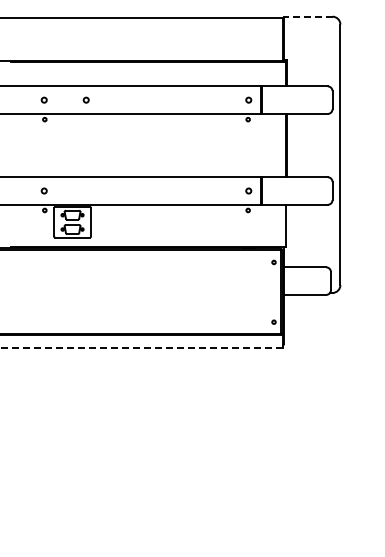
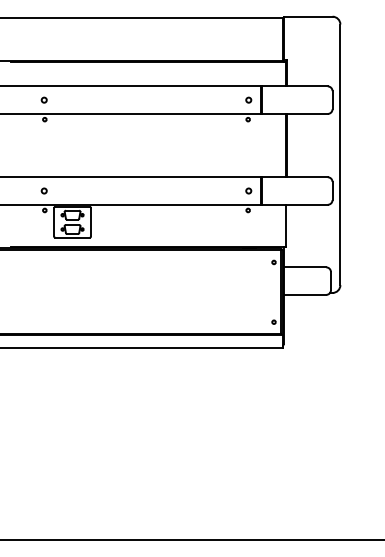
line at (307, 16): dashed -> solid
circle at (85, 99): present -> none
line at (141, 347): dashed -> solid
line at (191, 540): none -> present
